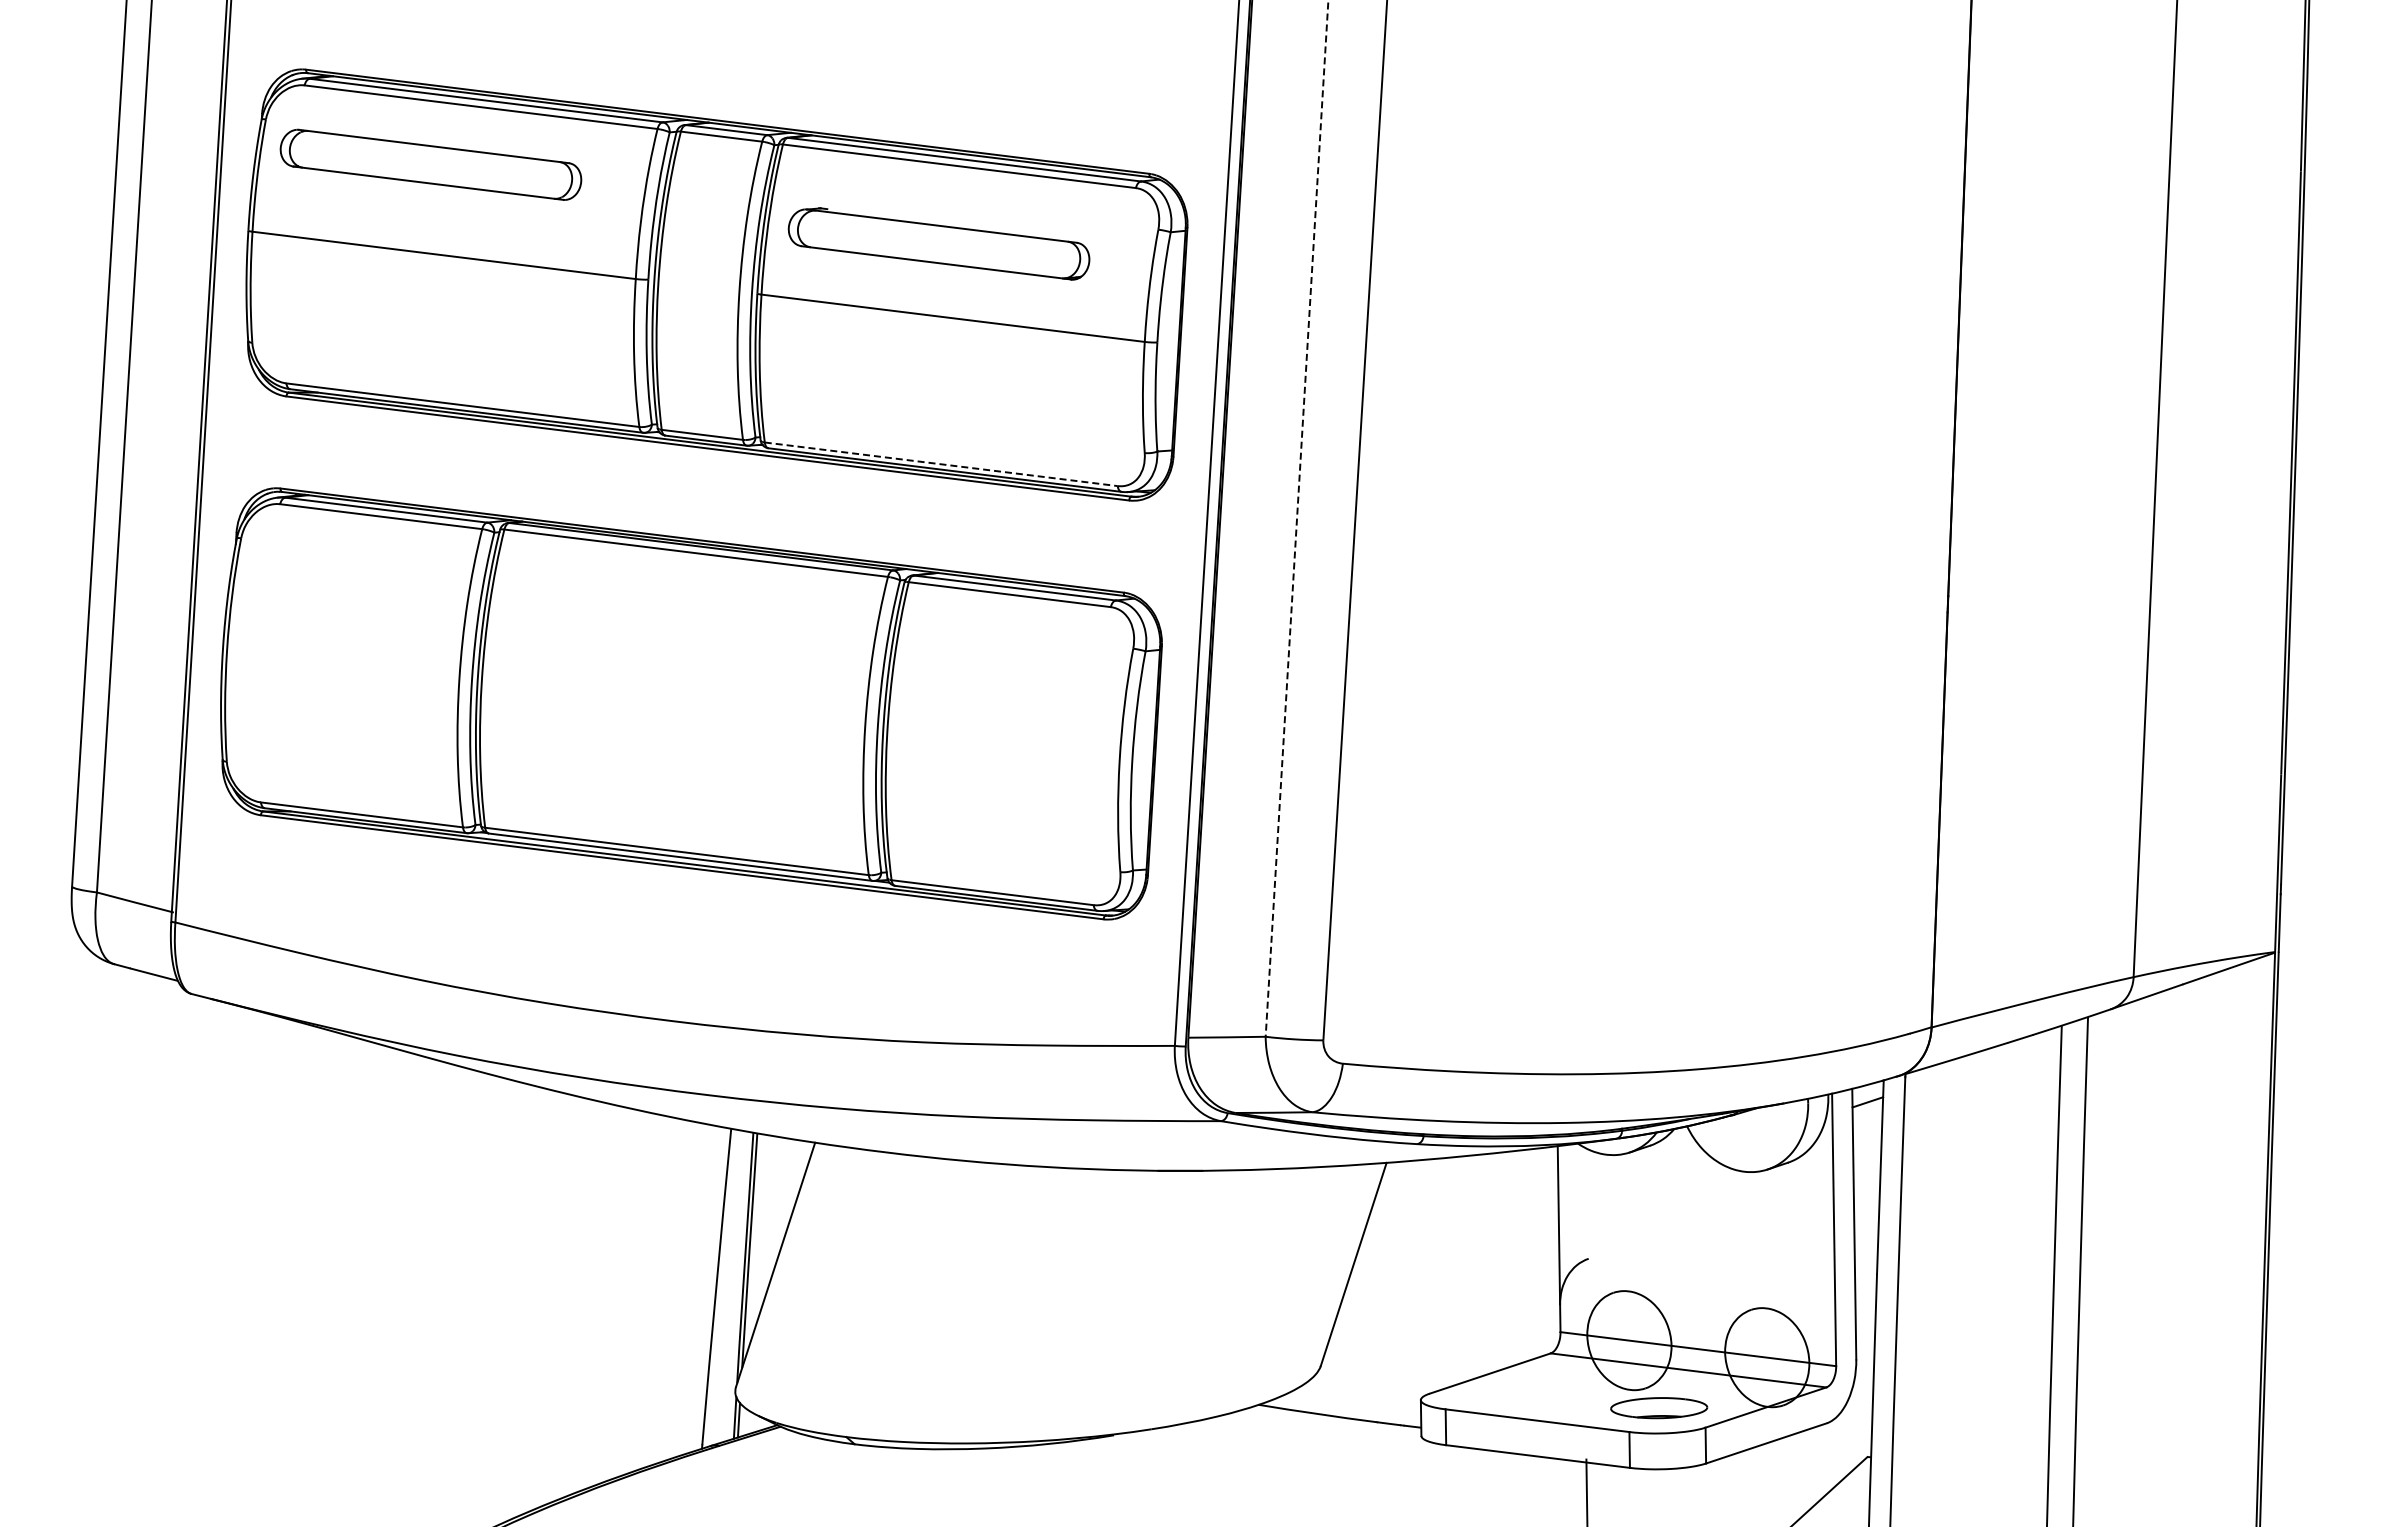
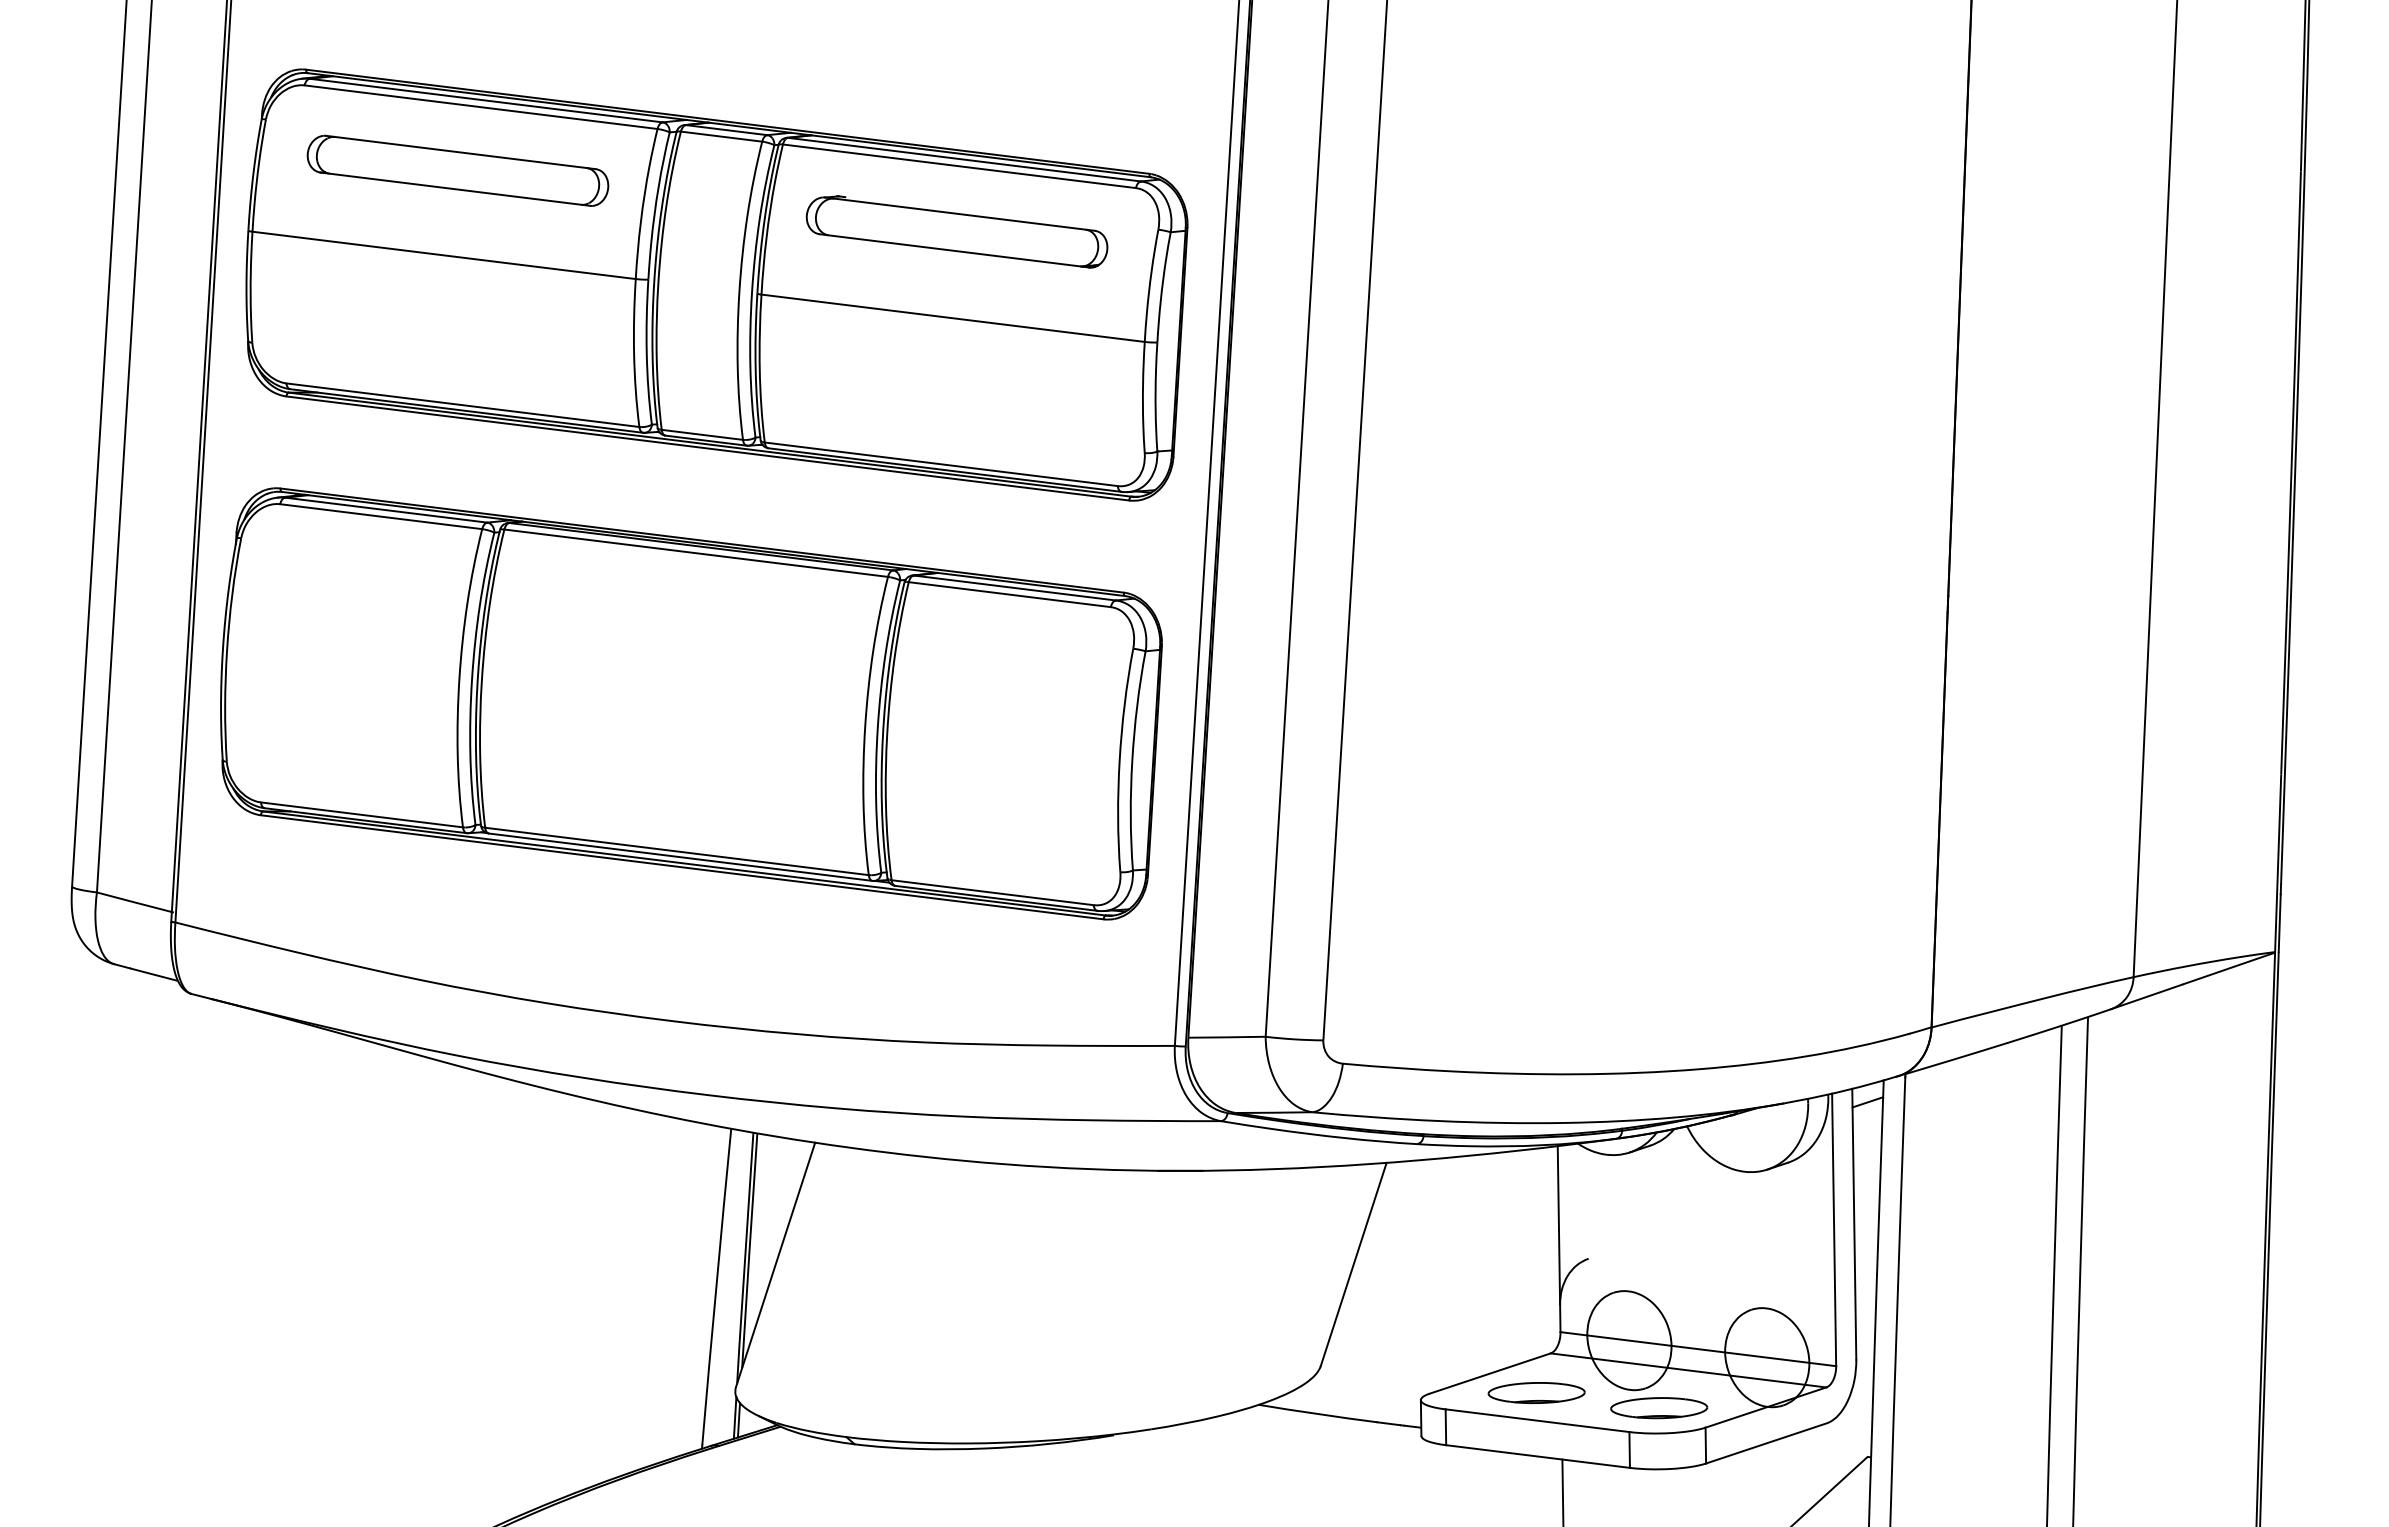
part at (430, 164) position: (430, 164) -> (457, 170)
part at (938, 243) position: (938, 243) -> (956, 231)
line at (941, 464): dashed -> solid
line at (1297, 519): dashed -> solid
part at (1536, 1392): none -> present
line at (1586, 1491) position: (1586, 1491) -> (1562, 1491)
